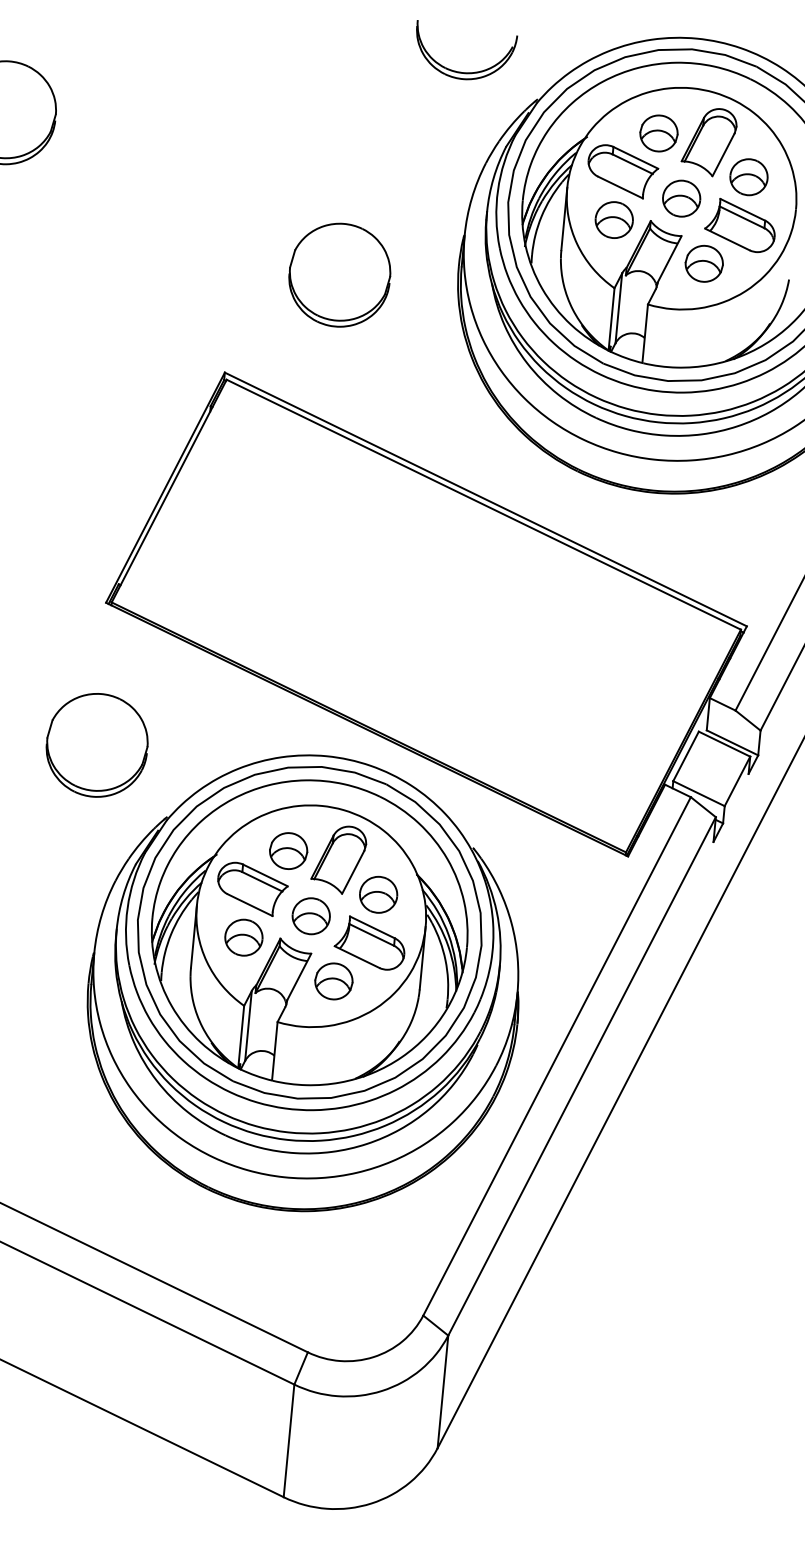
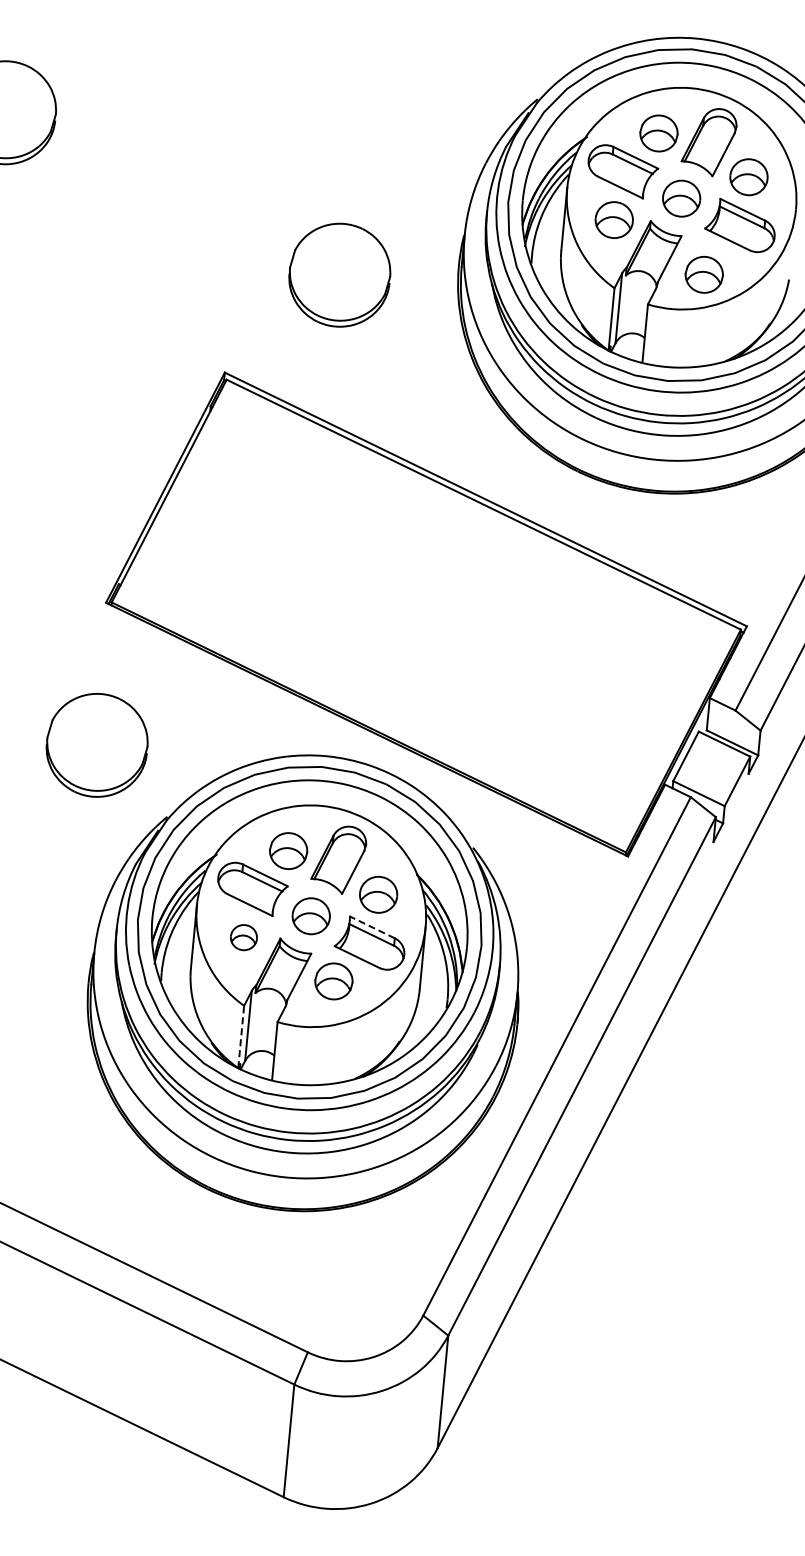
part at (467, 72): present -> none
part at (703, 263) position: (703, 263) -> (703, 274)
line at (372, 927): solid -> dashed
part at (243, 937) size: 40x39 px -> 28x28 px
line at (241, 1036): solid -> dashed
